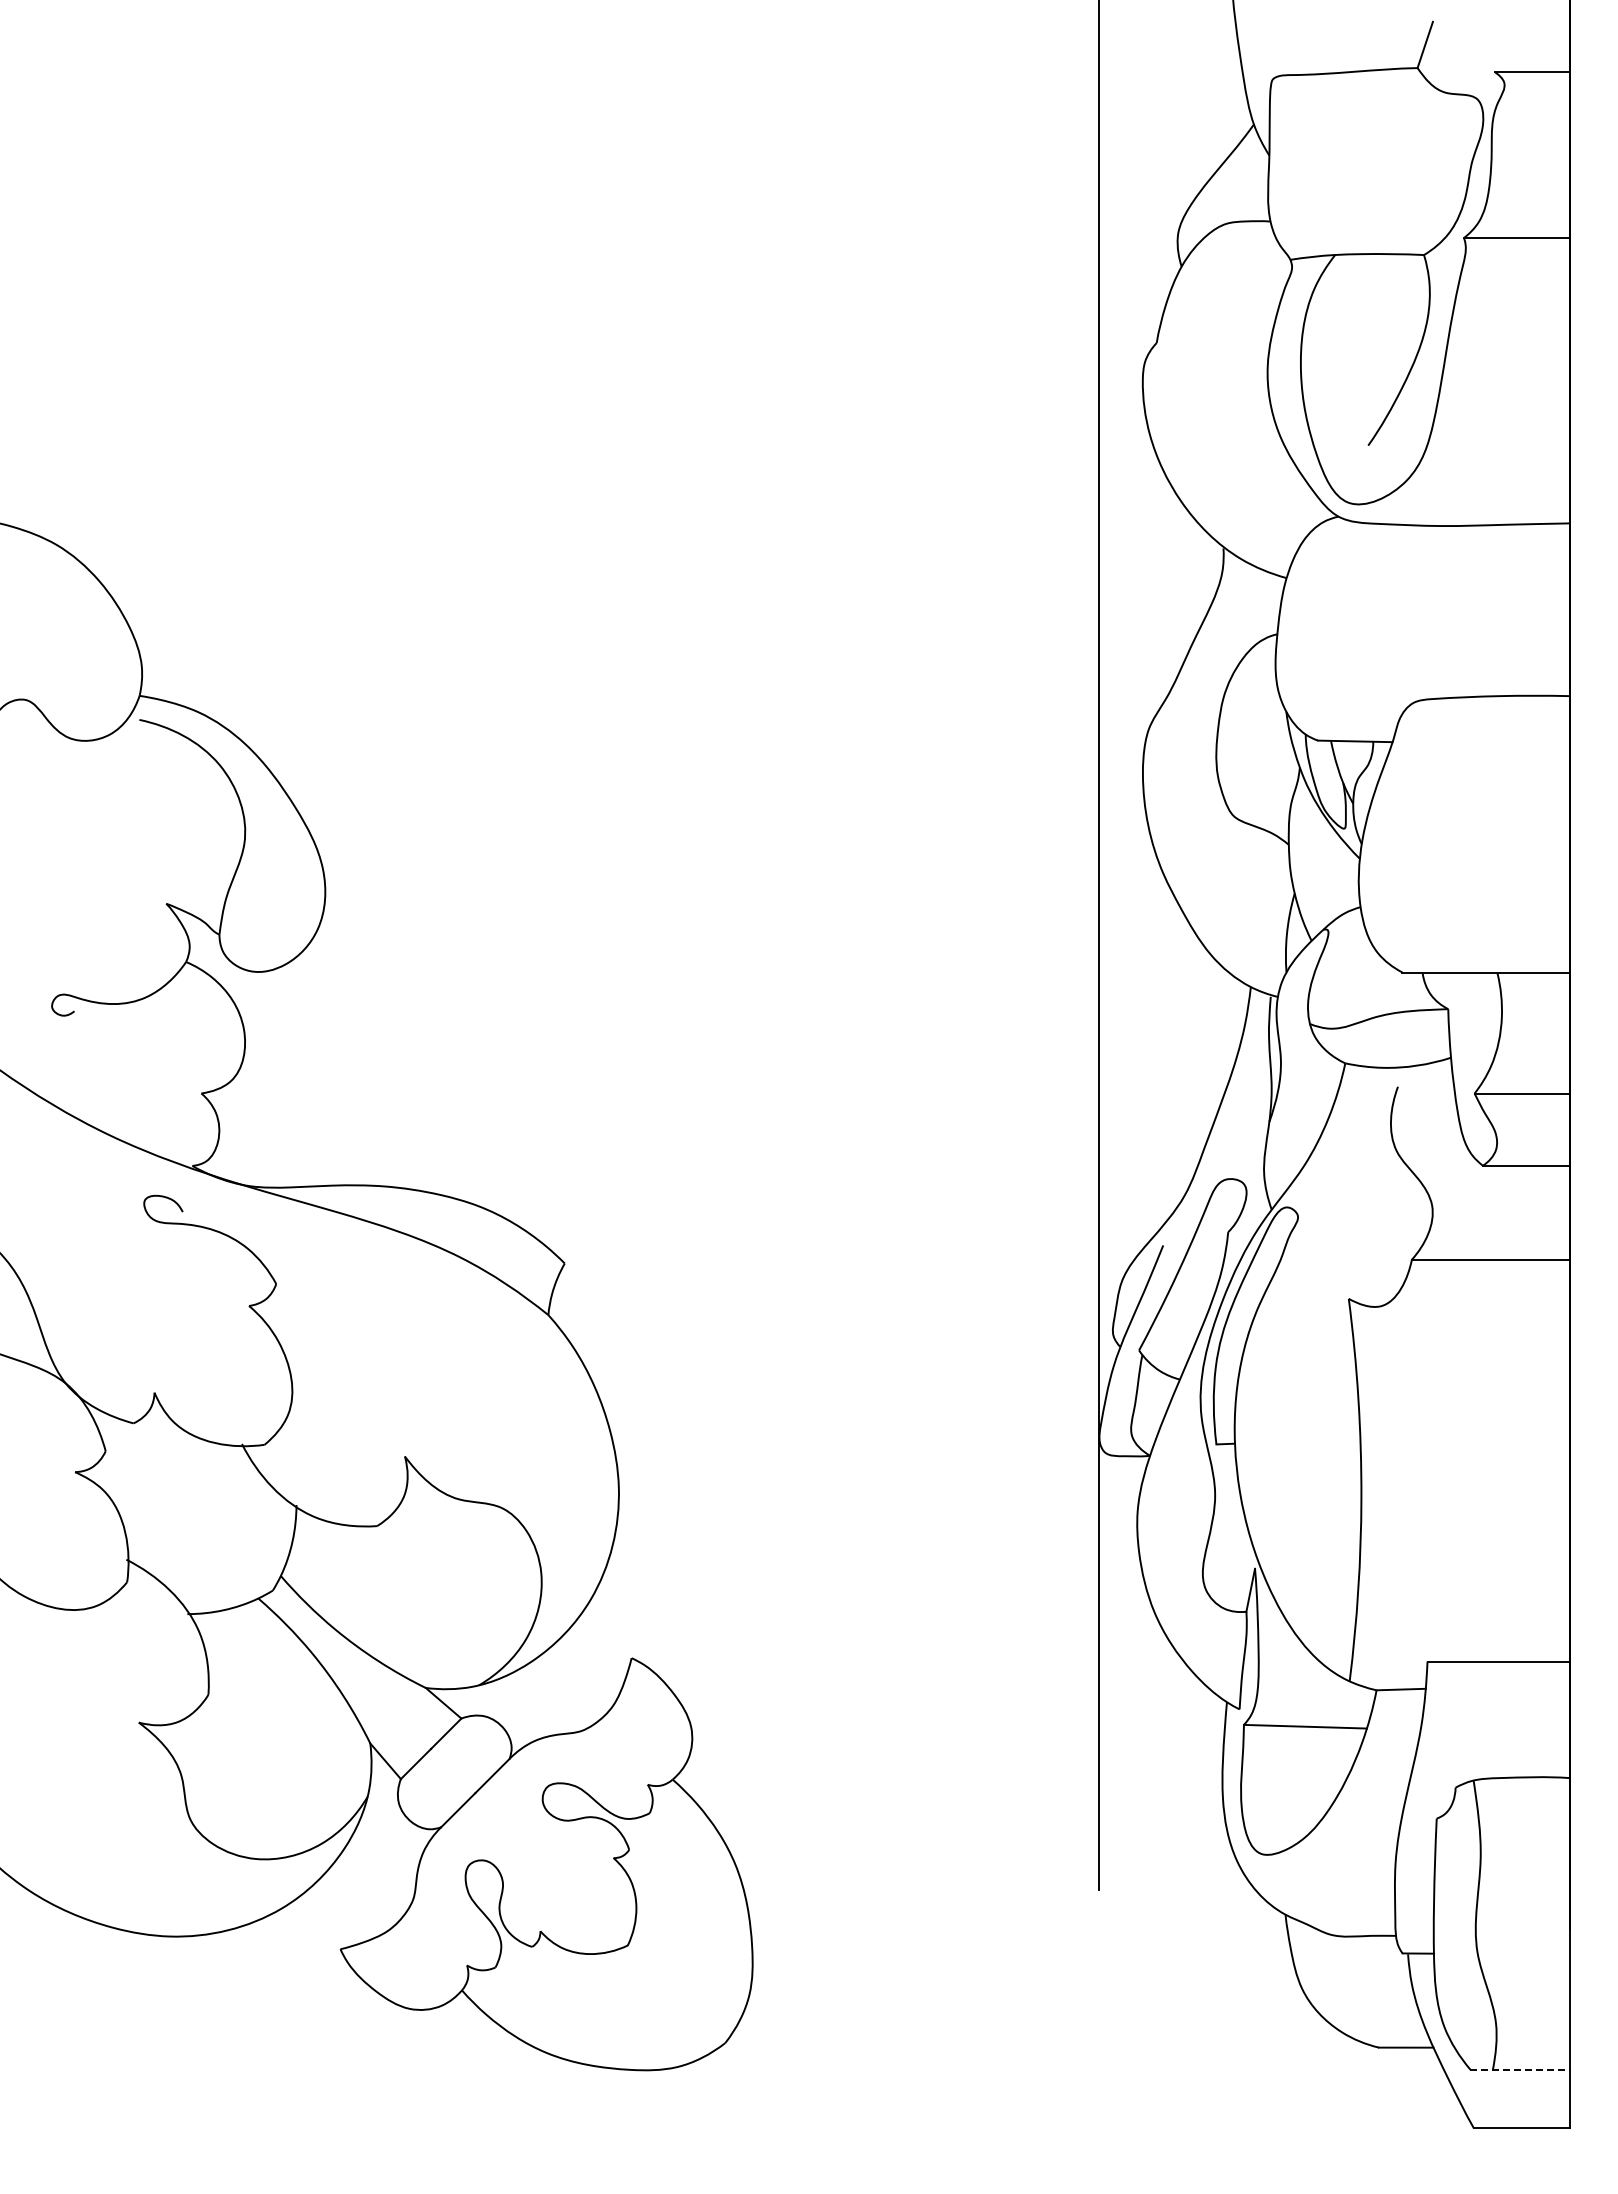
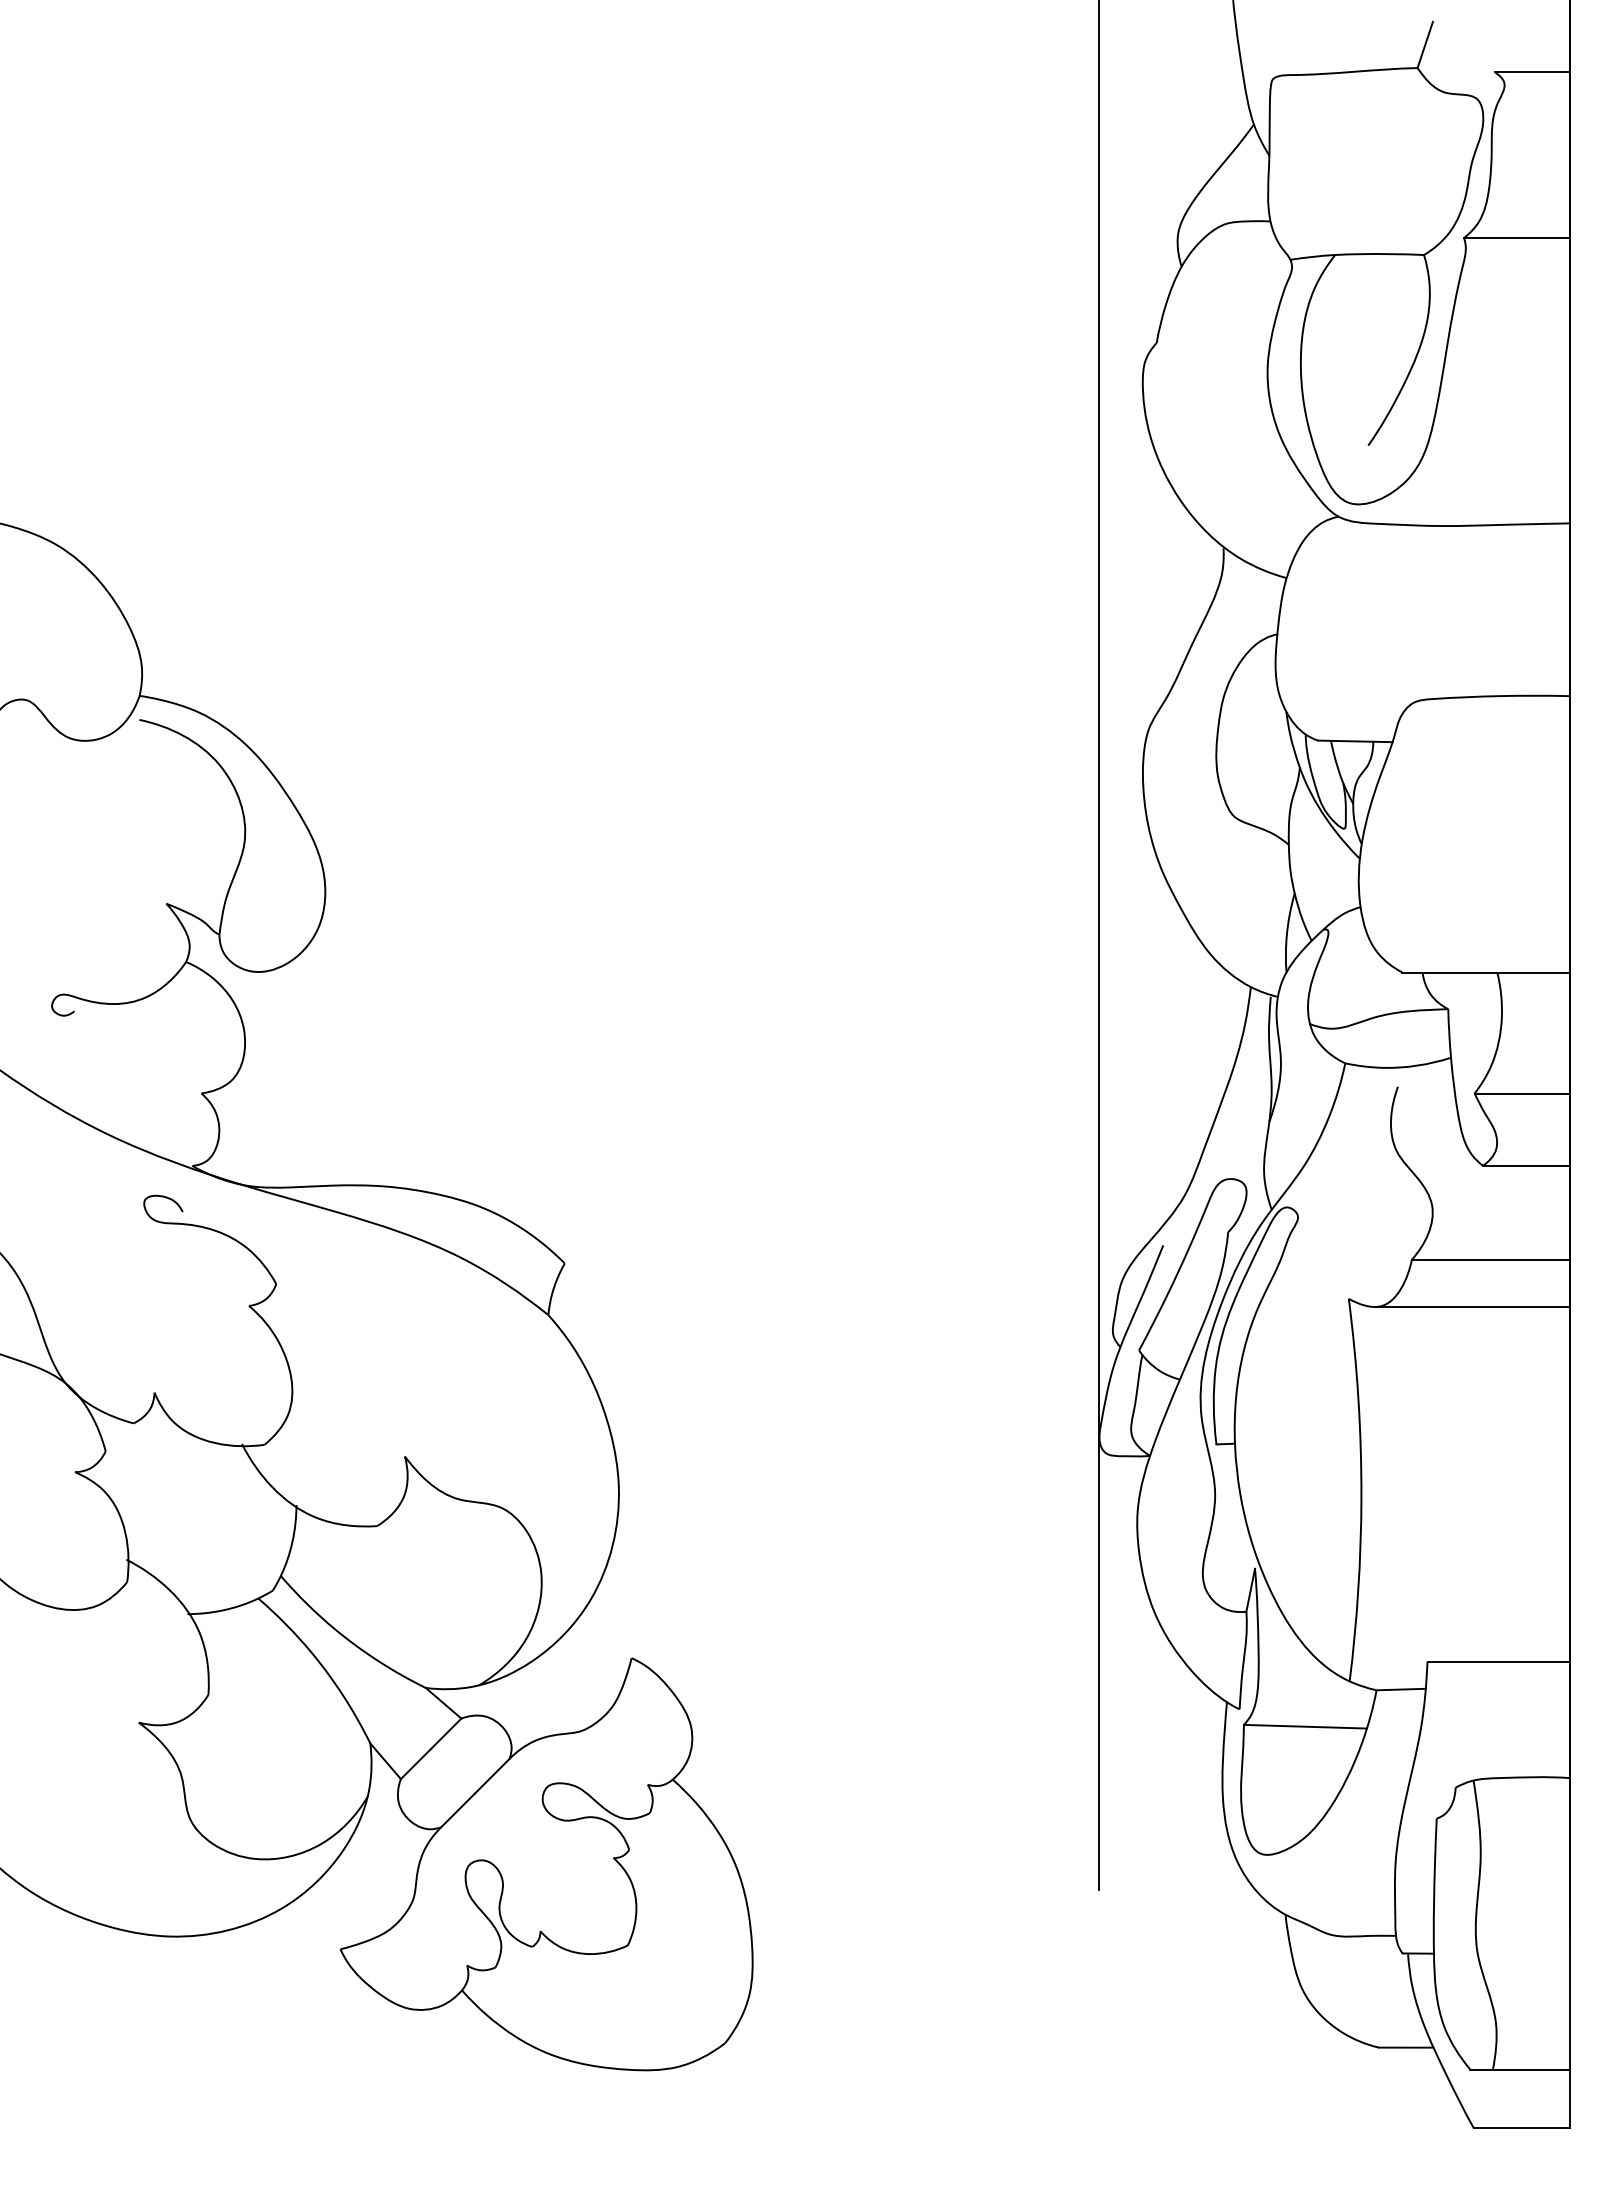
line at (1472, 1306): none -> present
line at (1520, 2069): dashed -> solid
